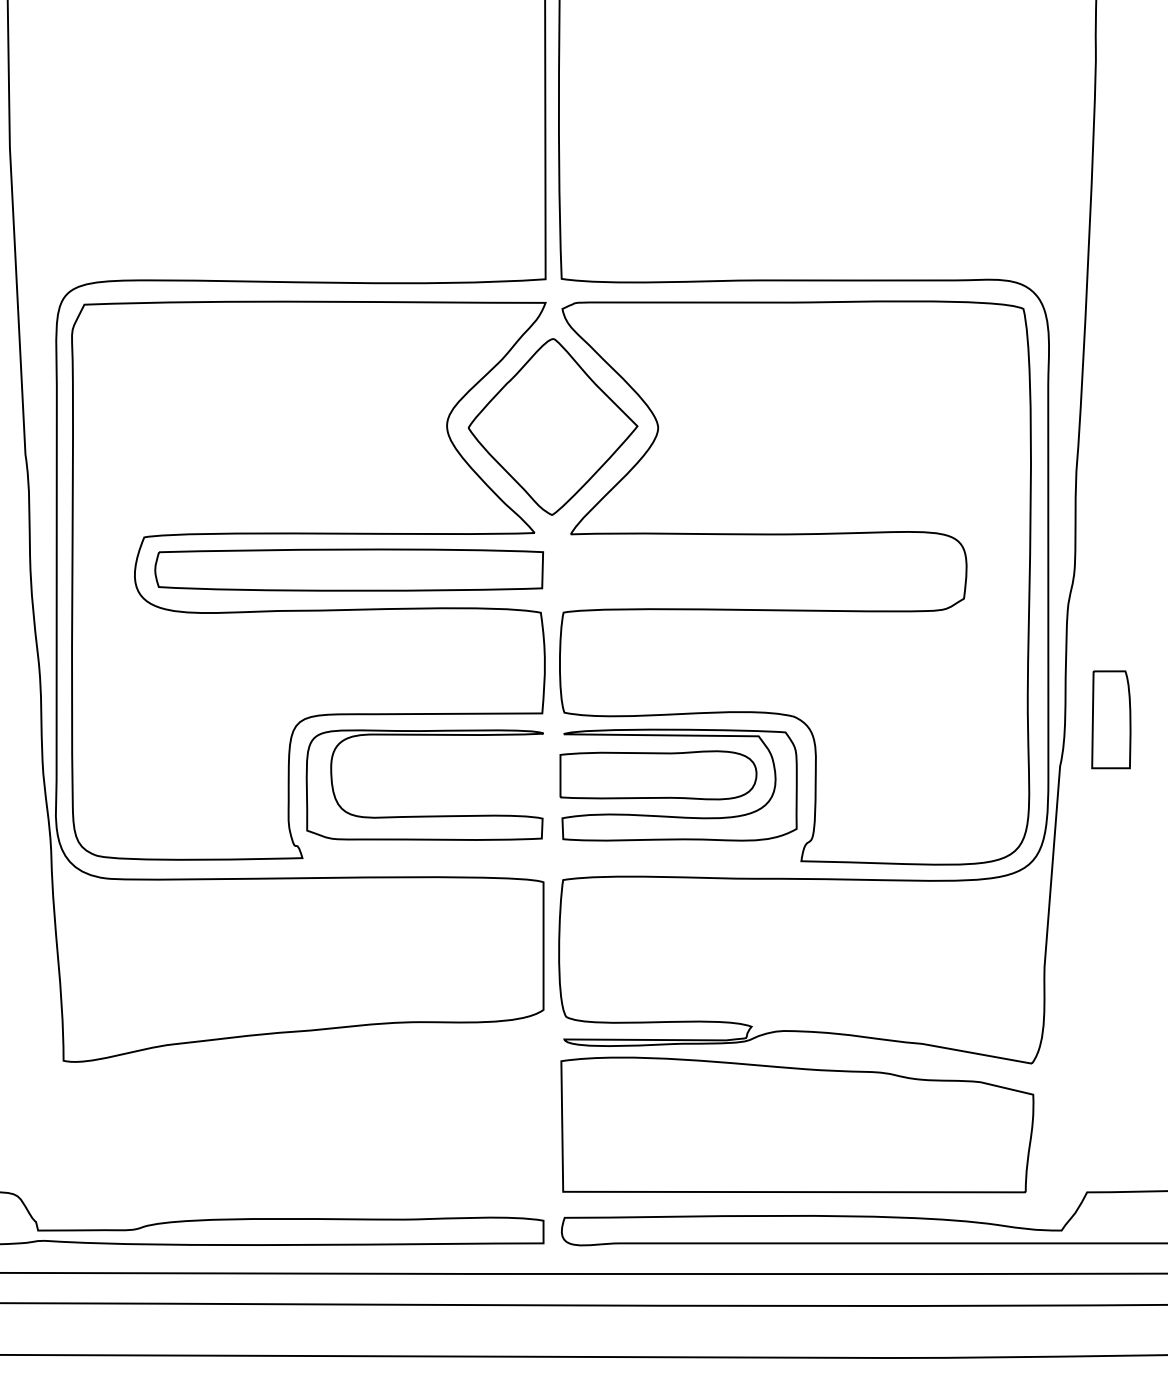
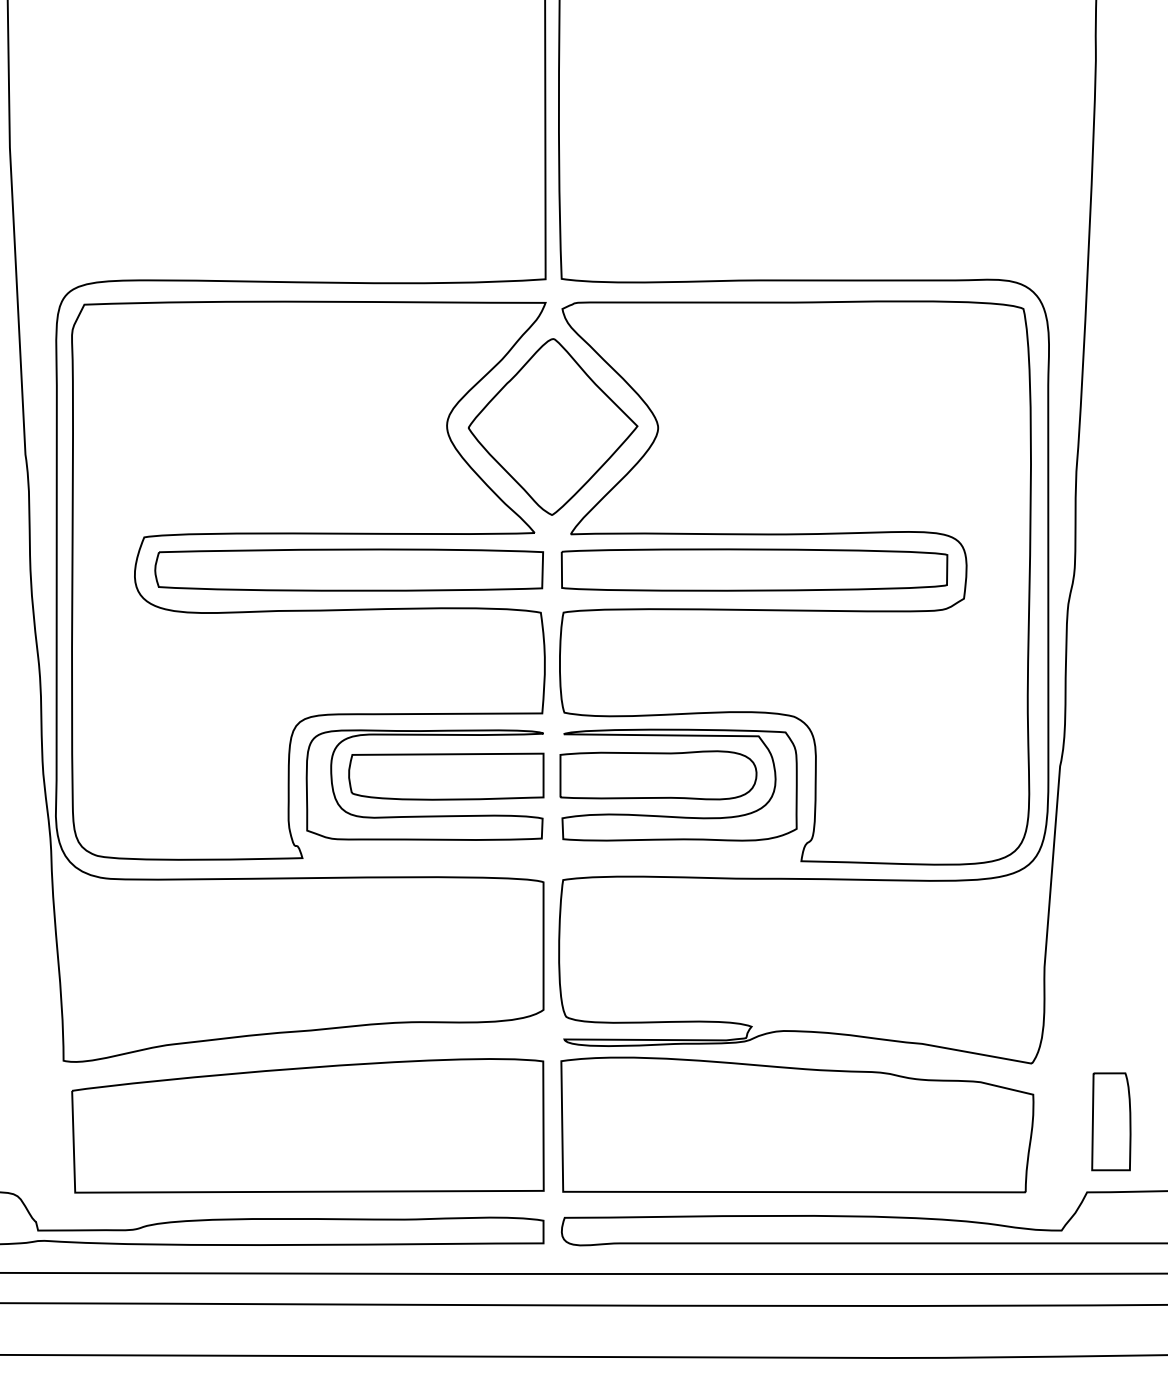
part at (754, 569): none -> present
part at (1111, 719) position: (1111, 719) -> (1111, 1121)
part at (446, 776): none -> present
part at (307, 1125): none -> present
